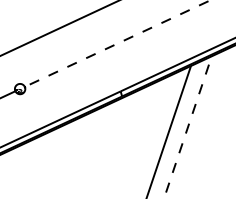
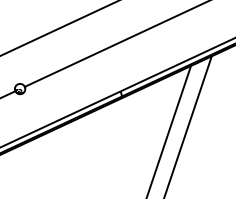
line at (117, 43): dashed -> solid
line at (187, 127): dashed -> solid
